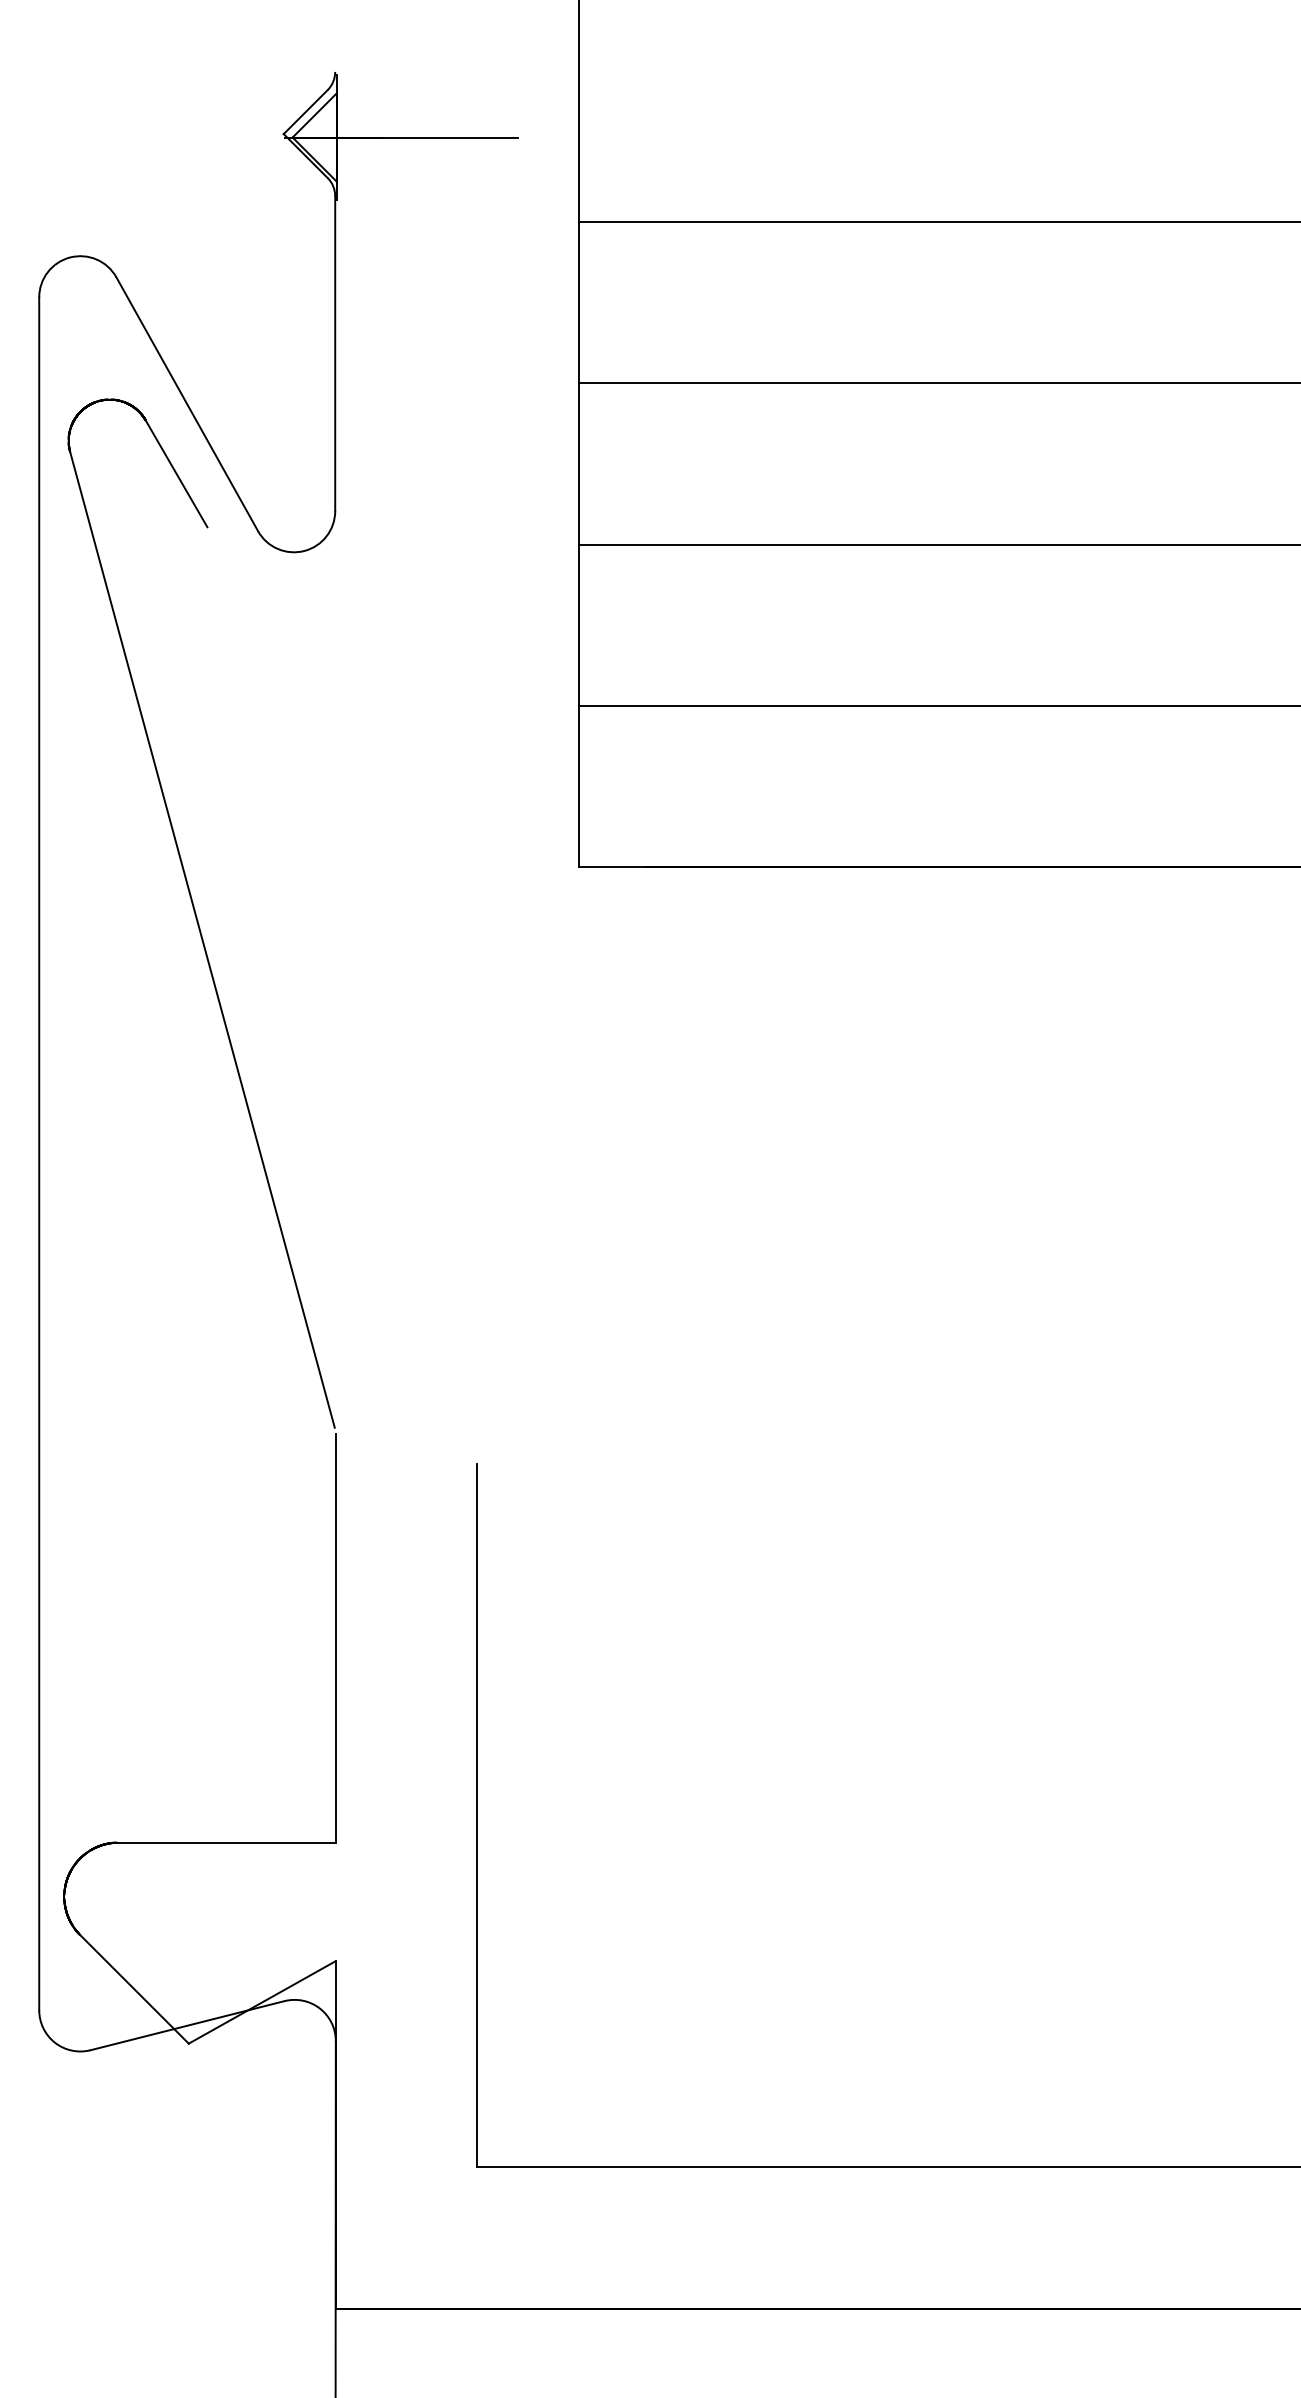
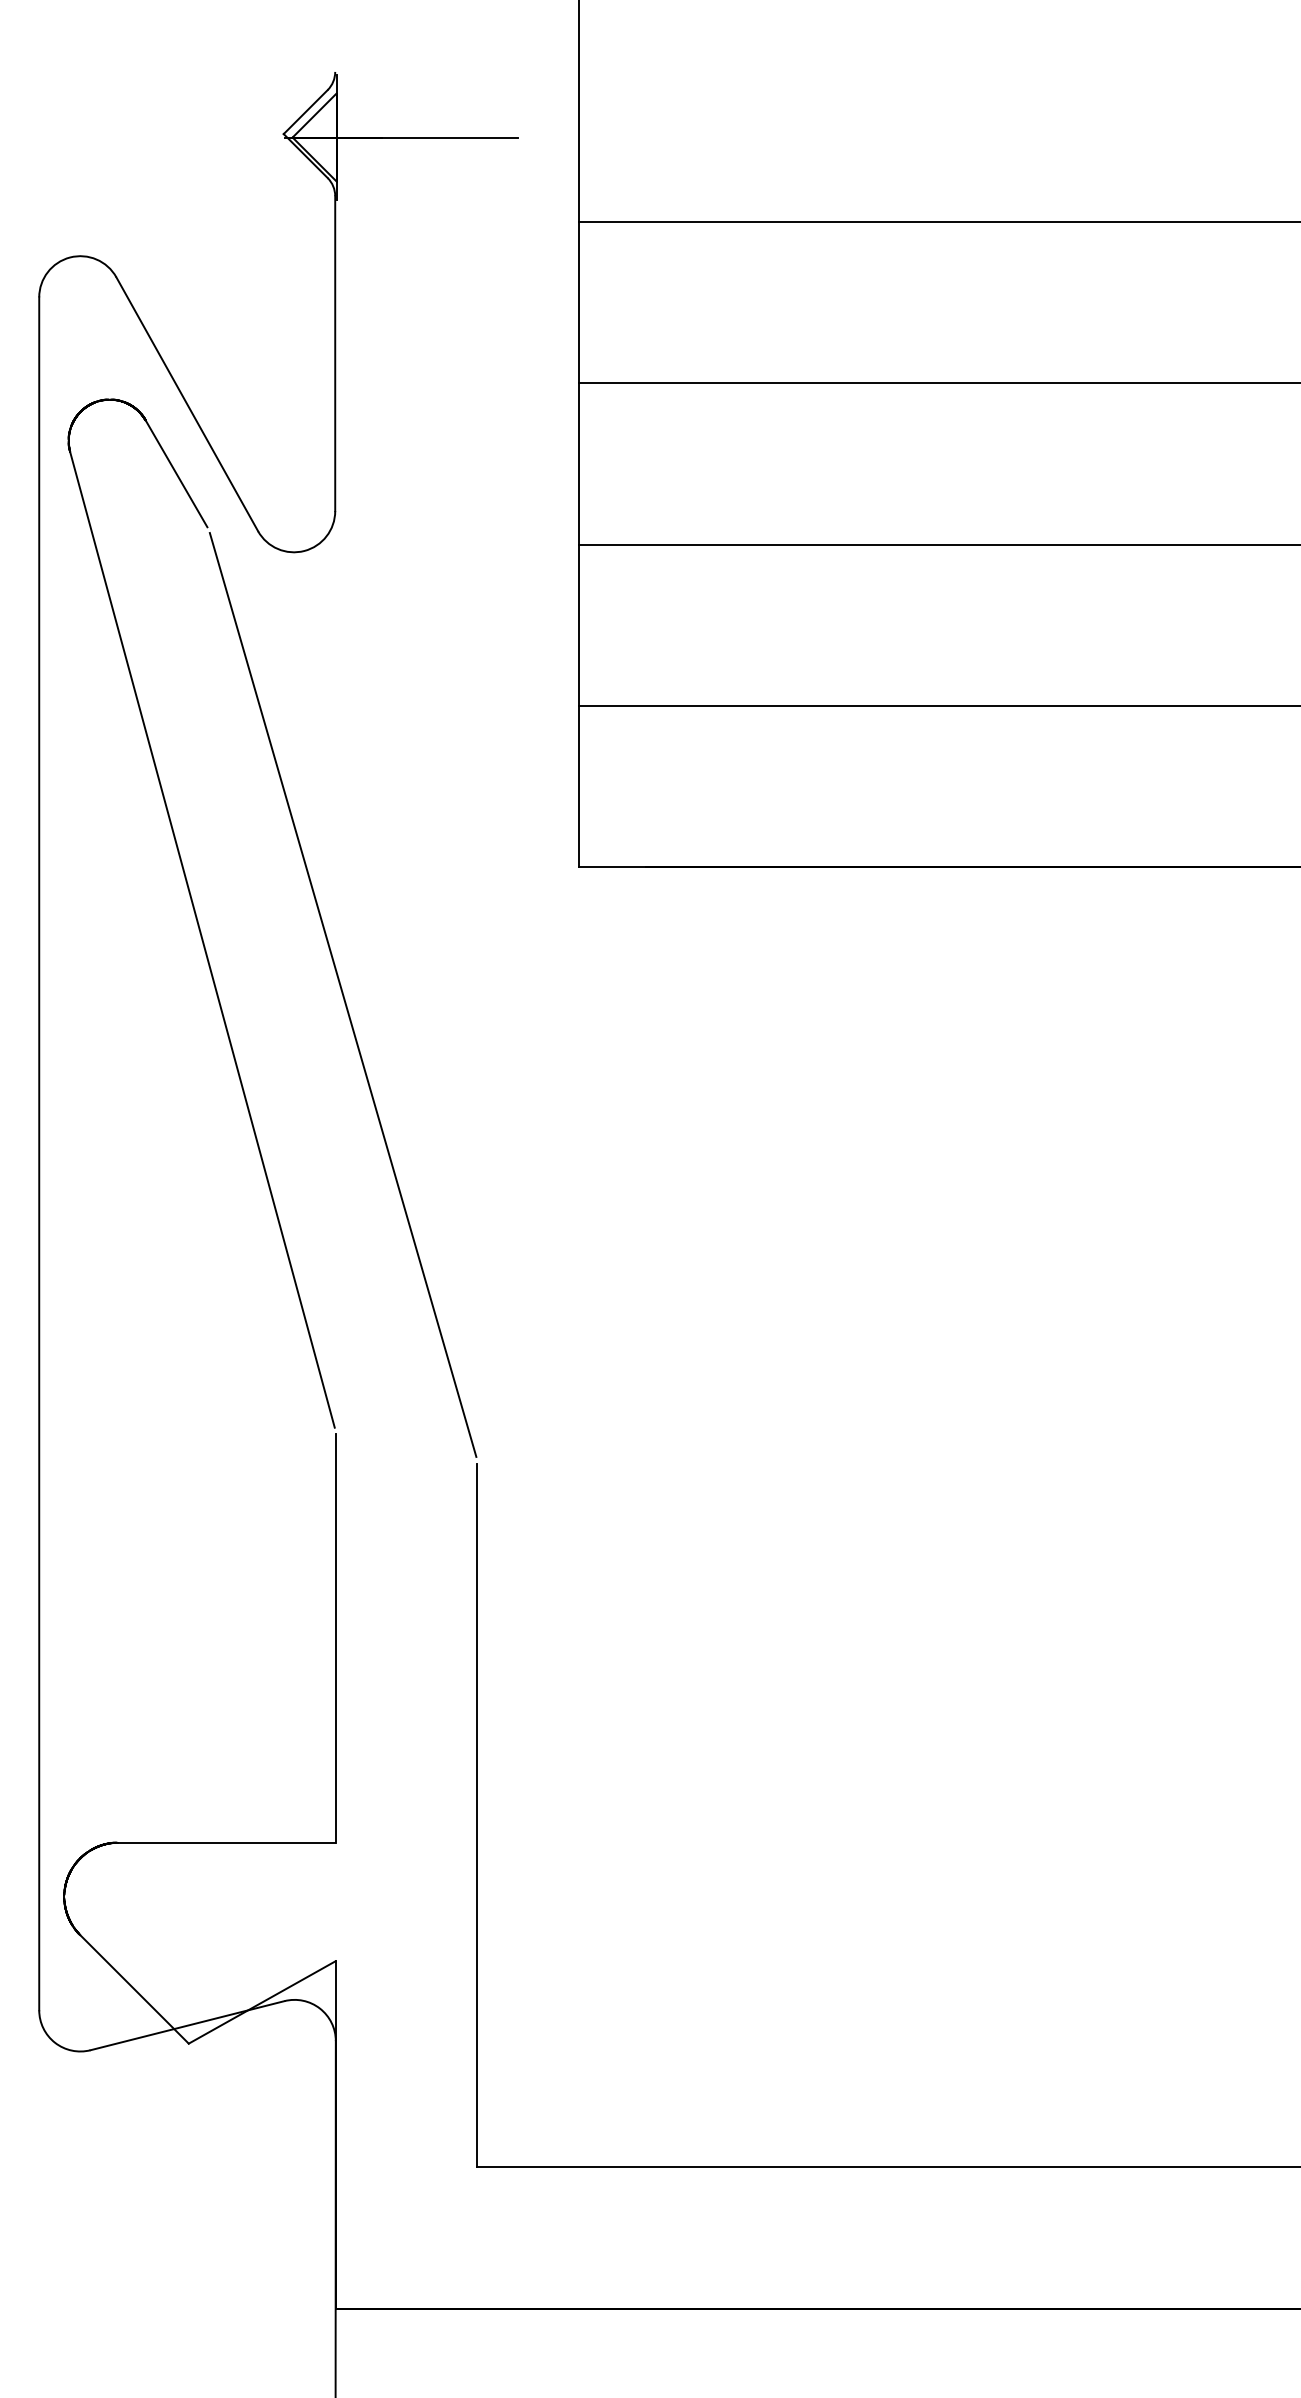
line at (342, 994): none -> present
